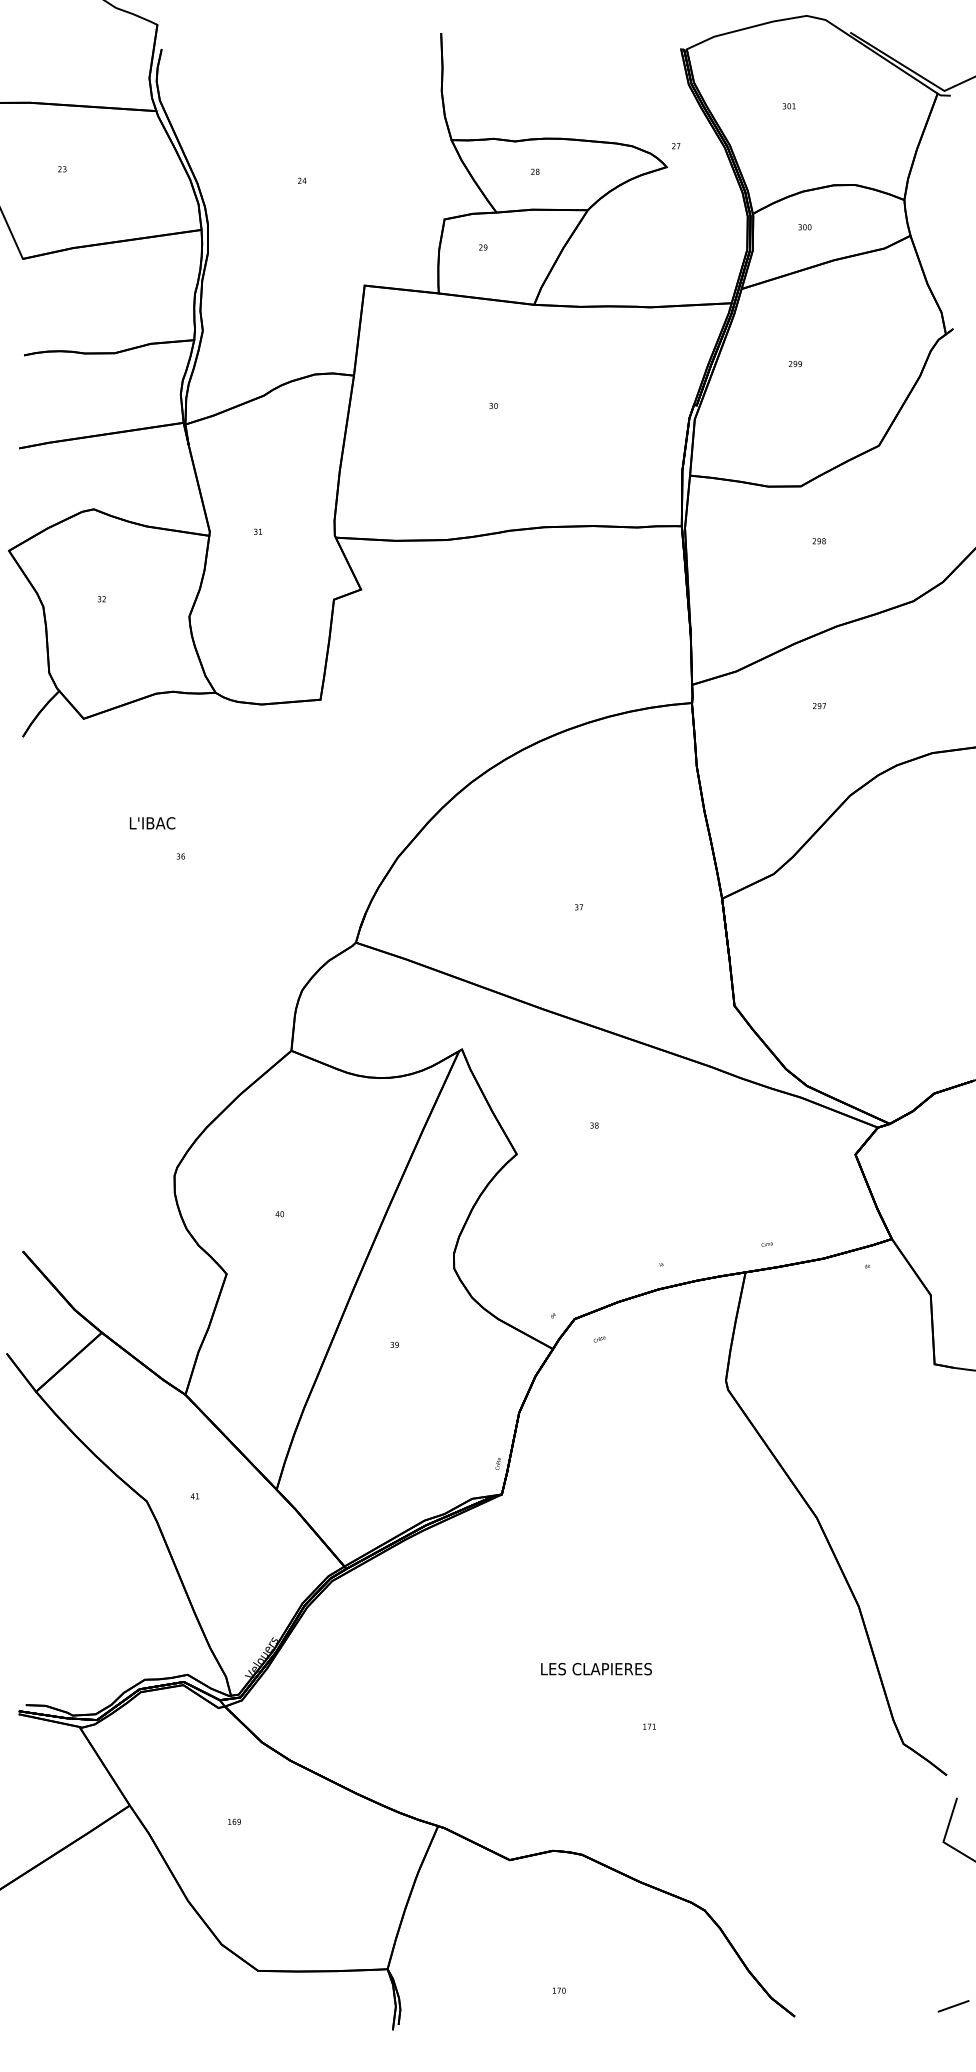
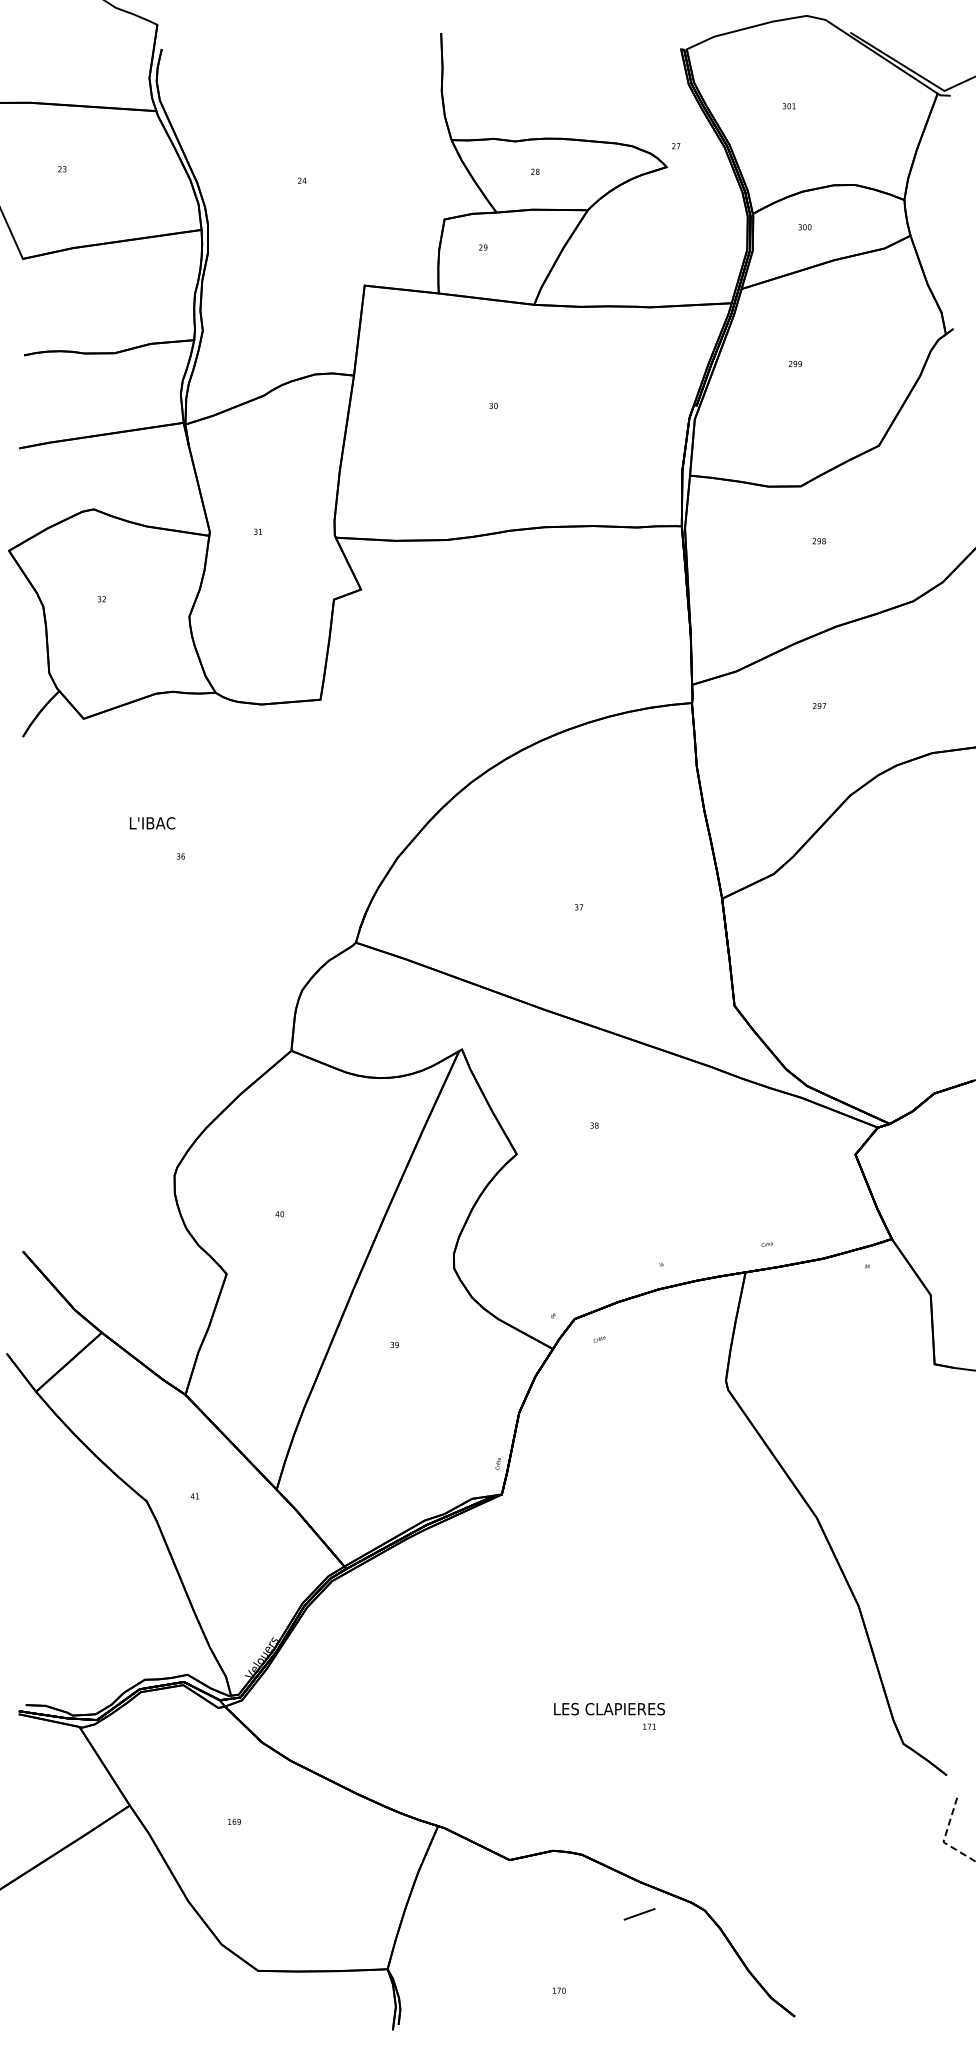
text at (596, 1669) position: (596, 1669) -> (609, 1709)
line at (944, 1838): solid -> dashed
line at (953, 2006) position: (953, 2006) -> (639, 1914)
